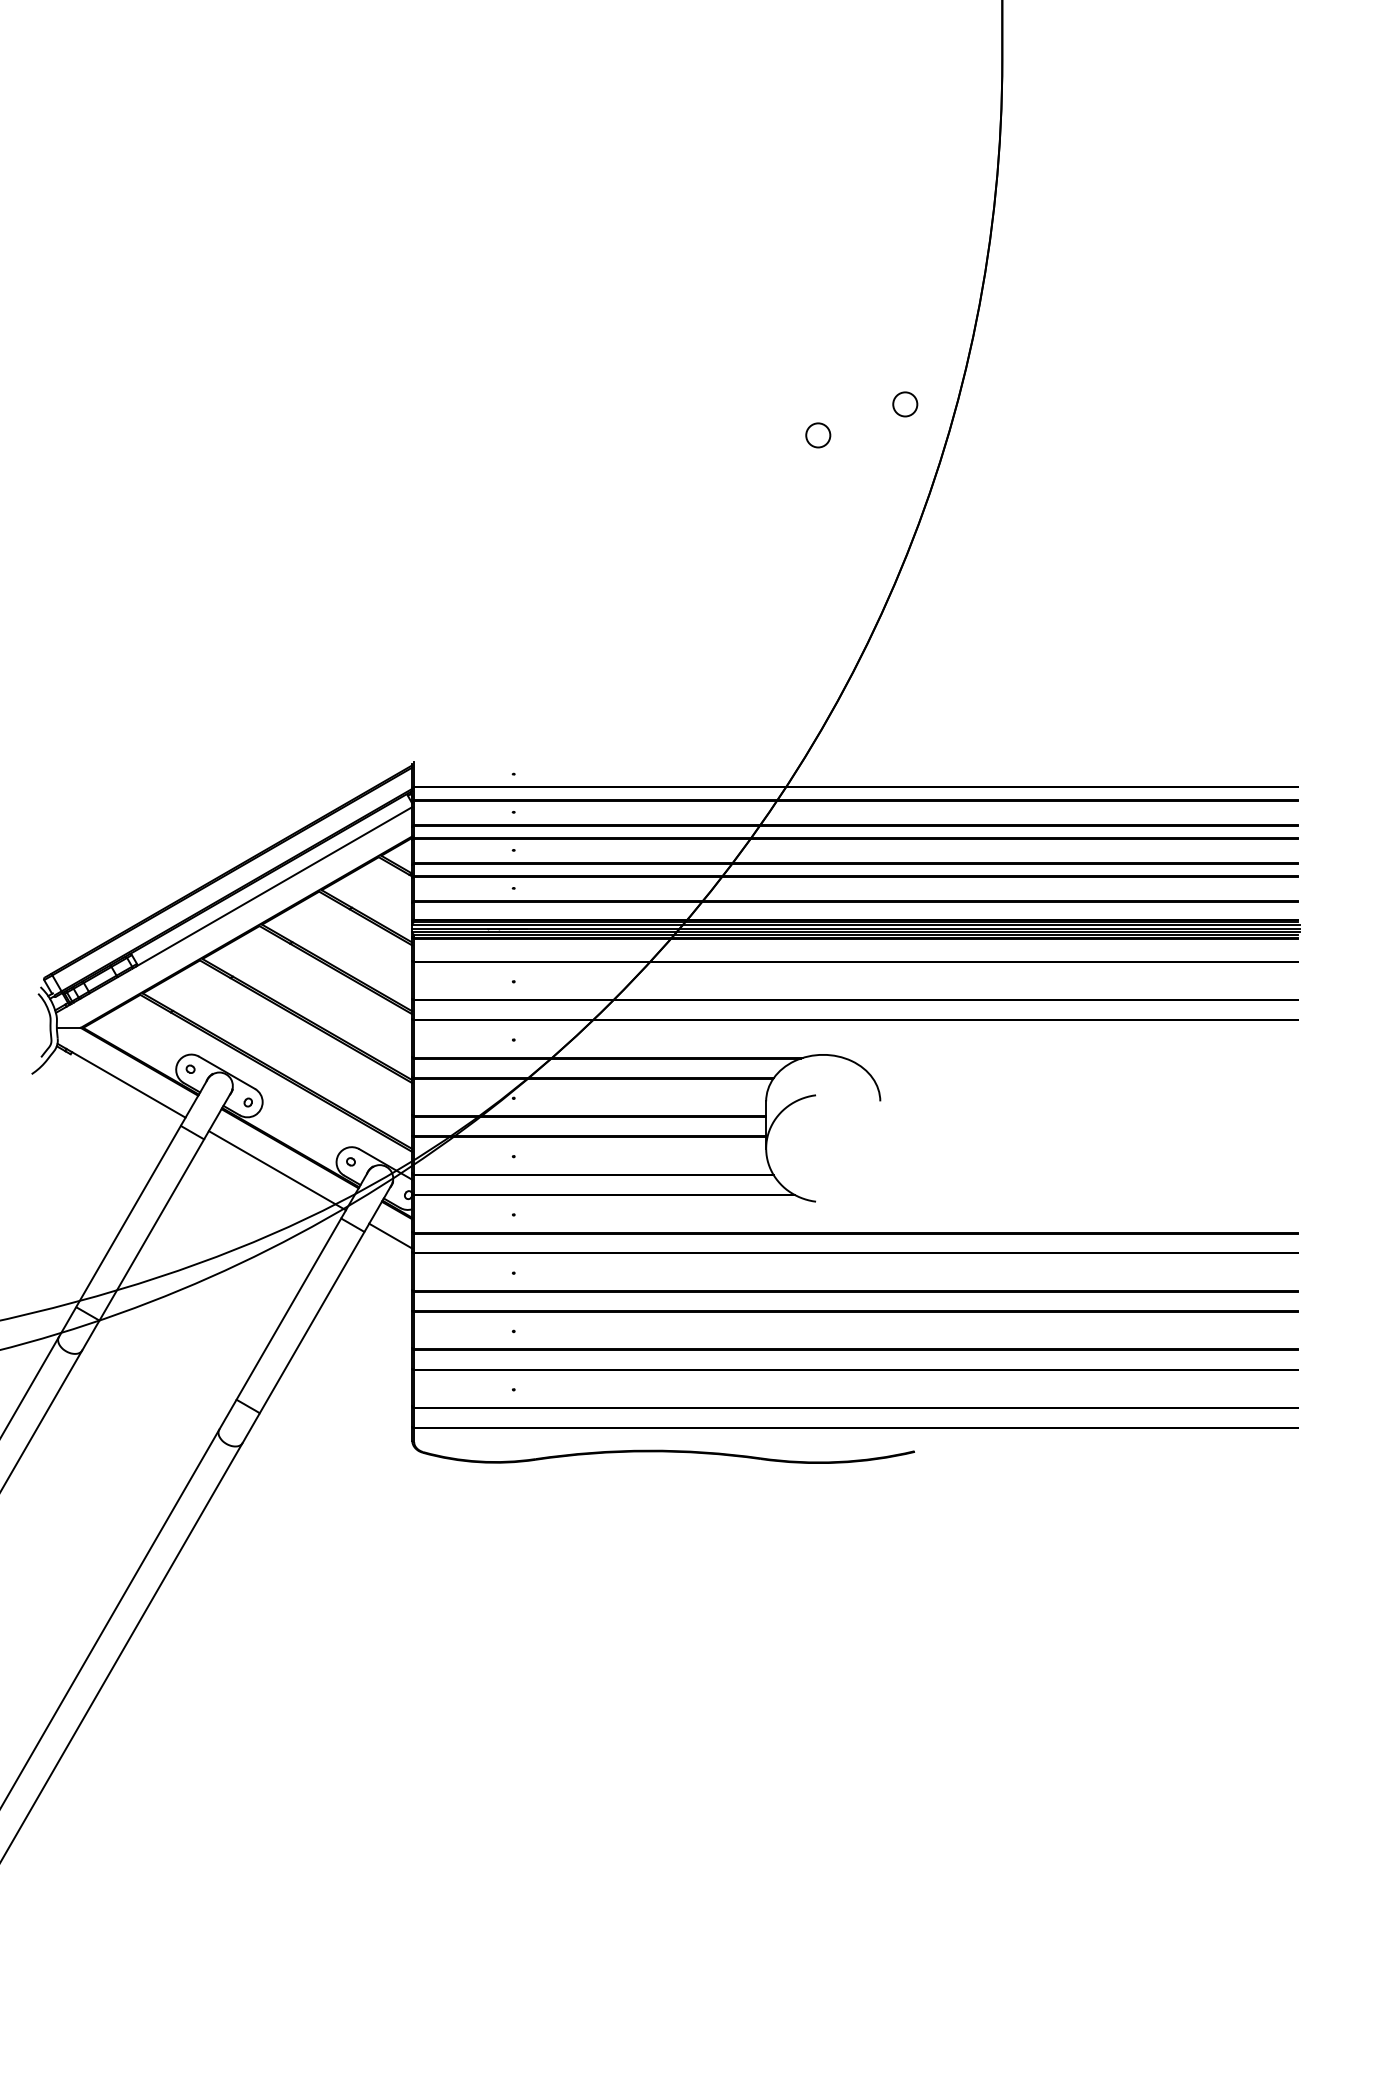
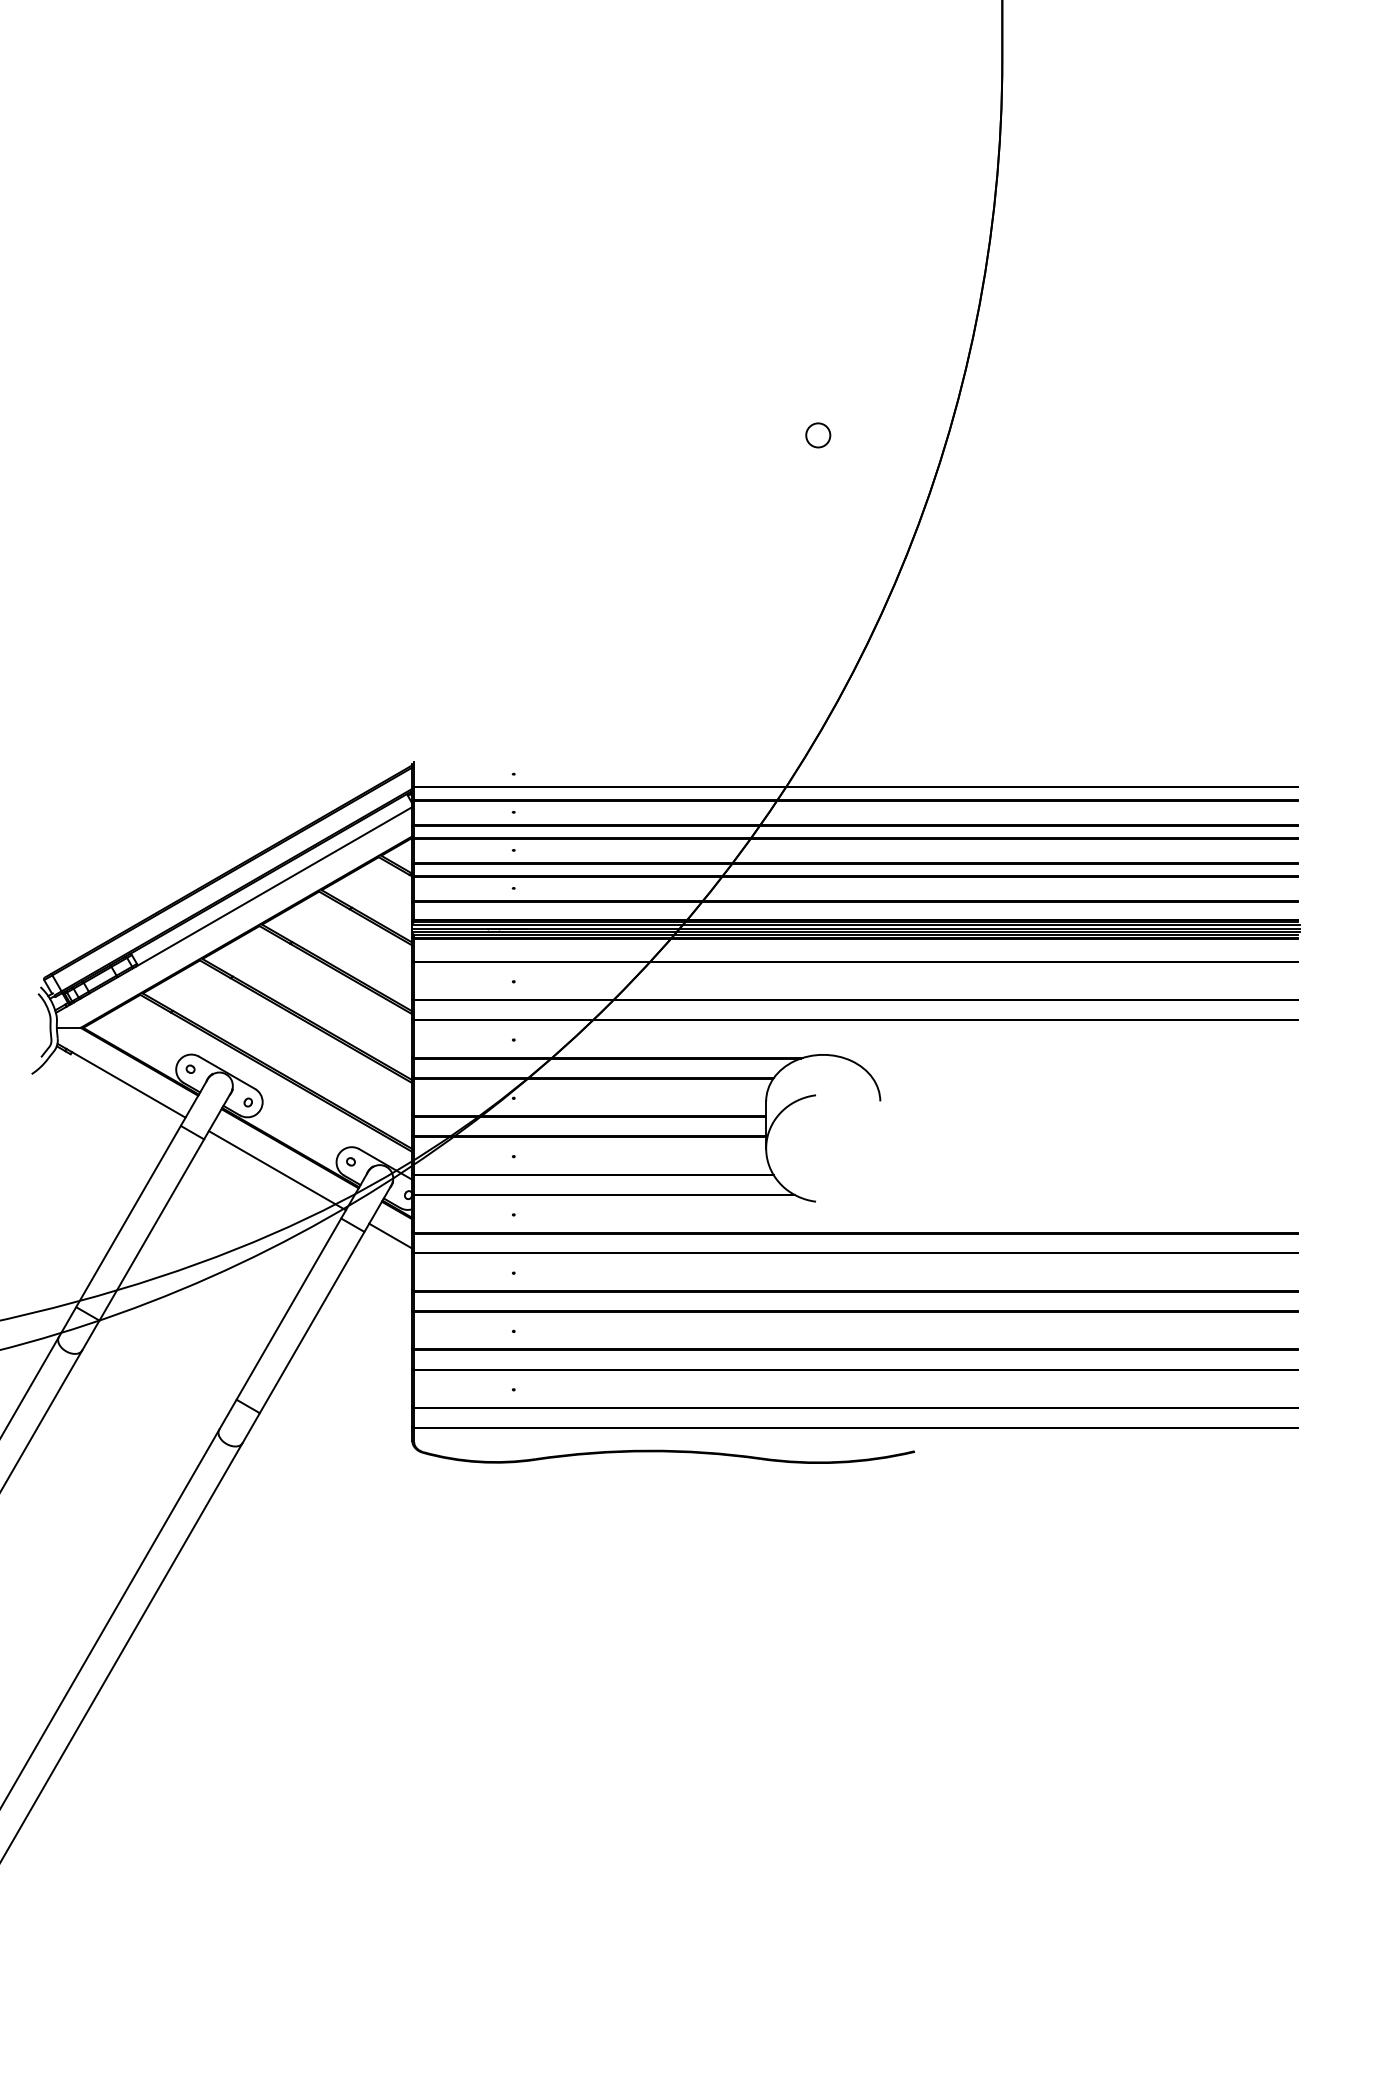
circle at (905, 404): present -> none
